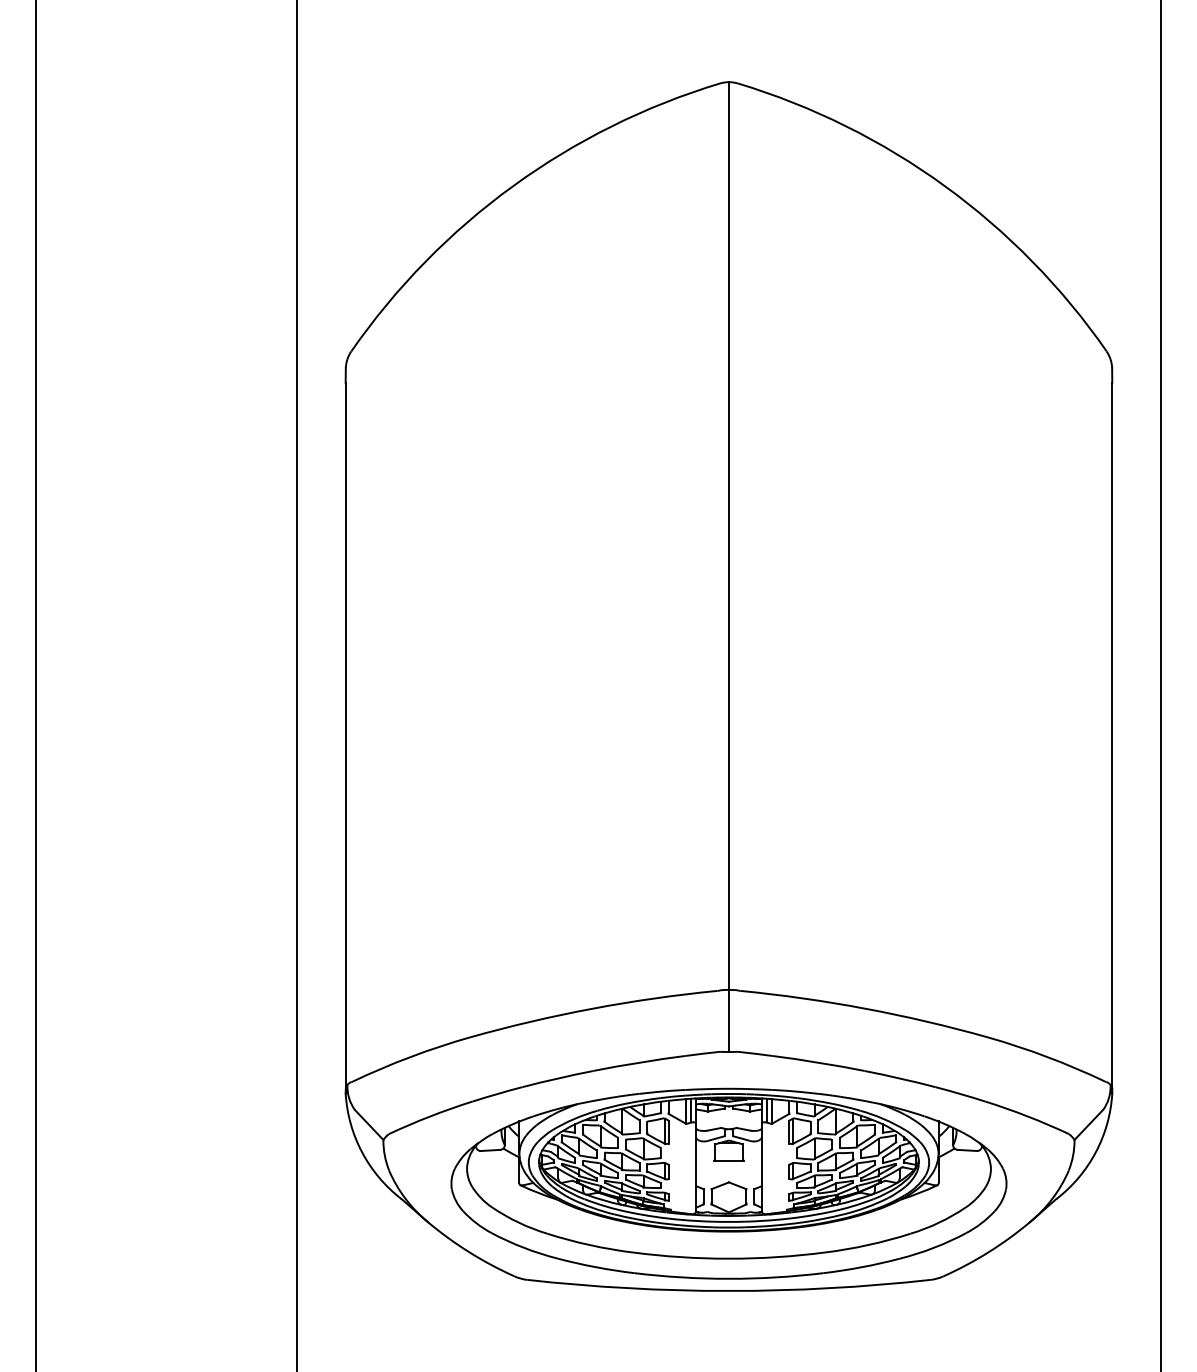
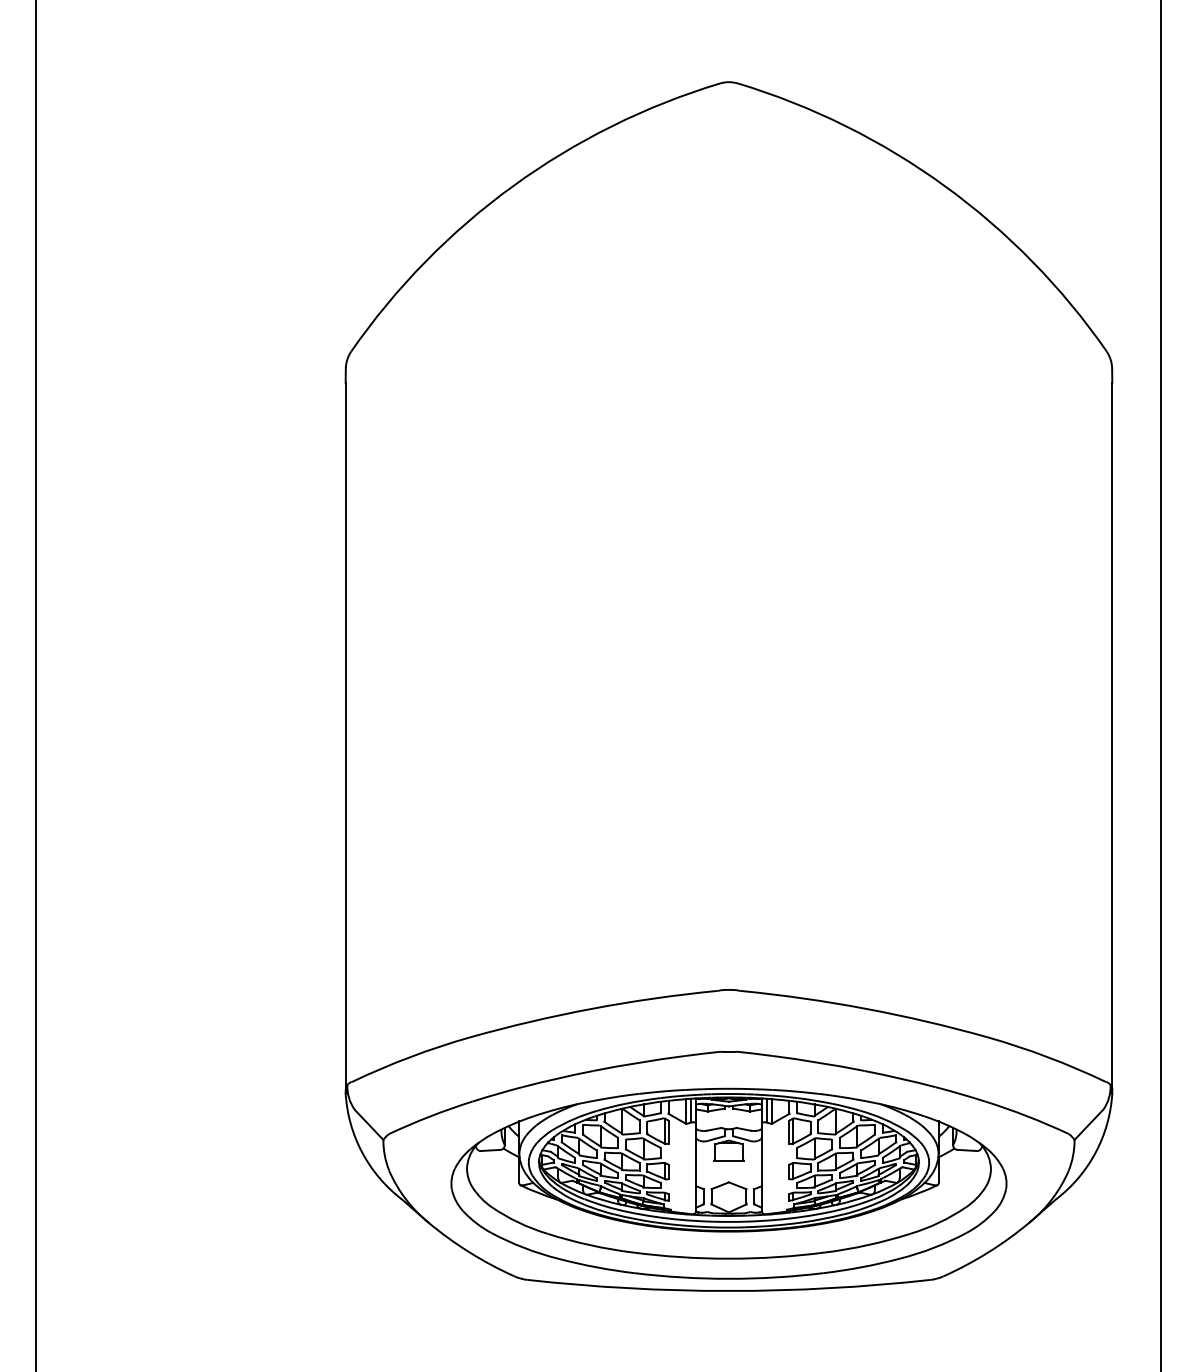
line at (728, 567): present -> none
line at (297, 685): present -> none
